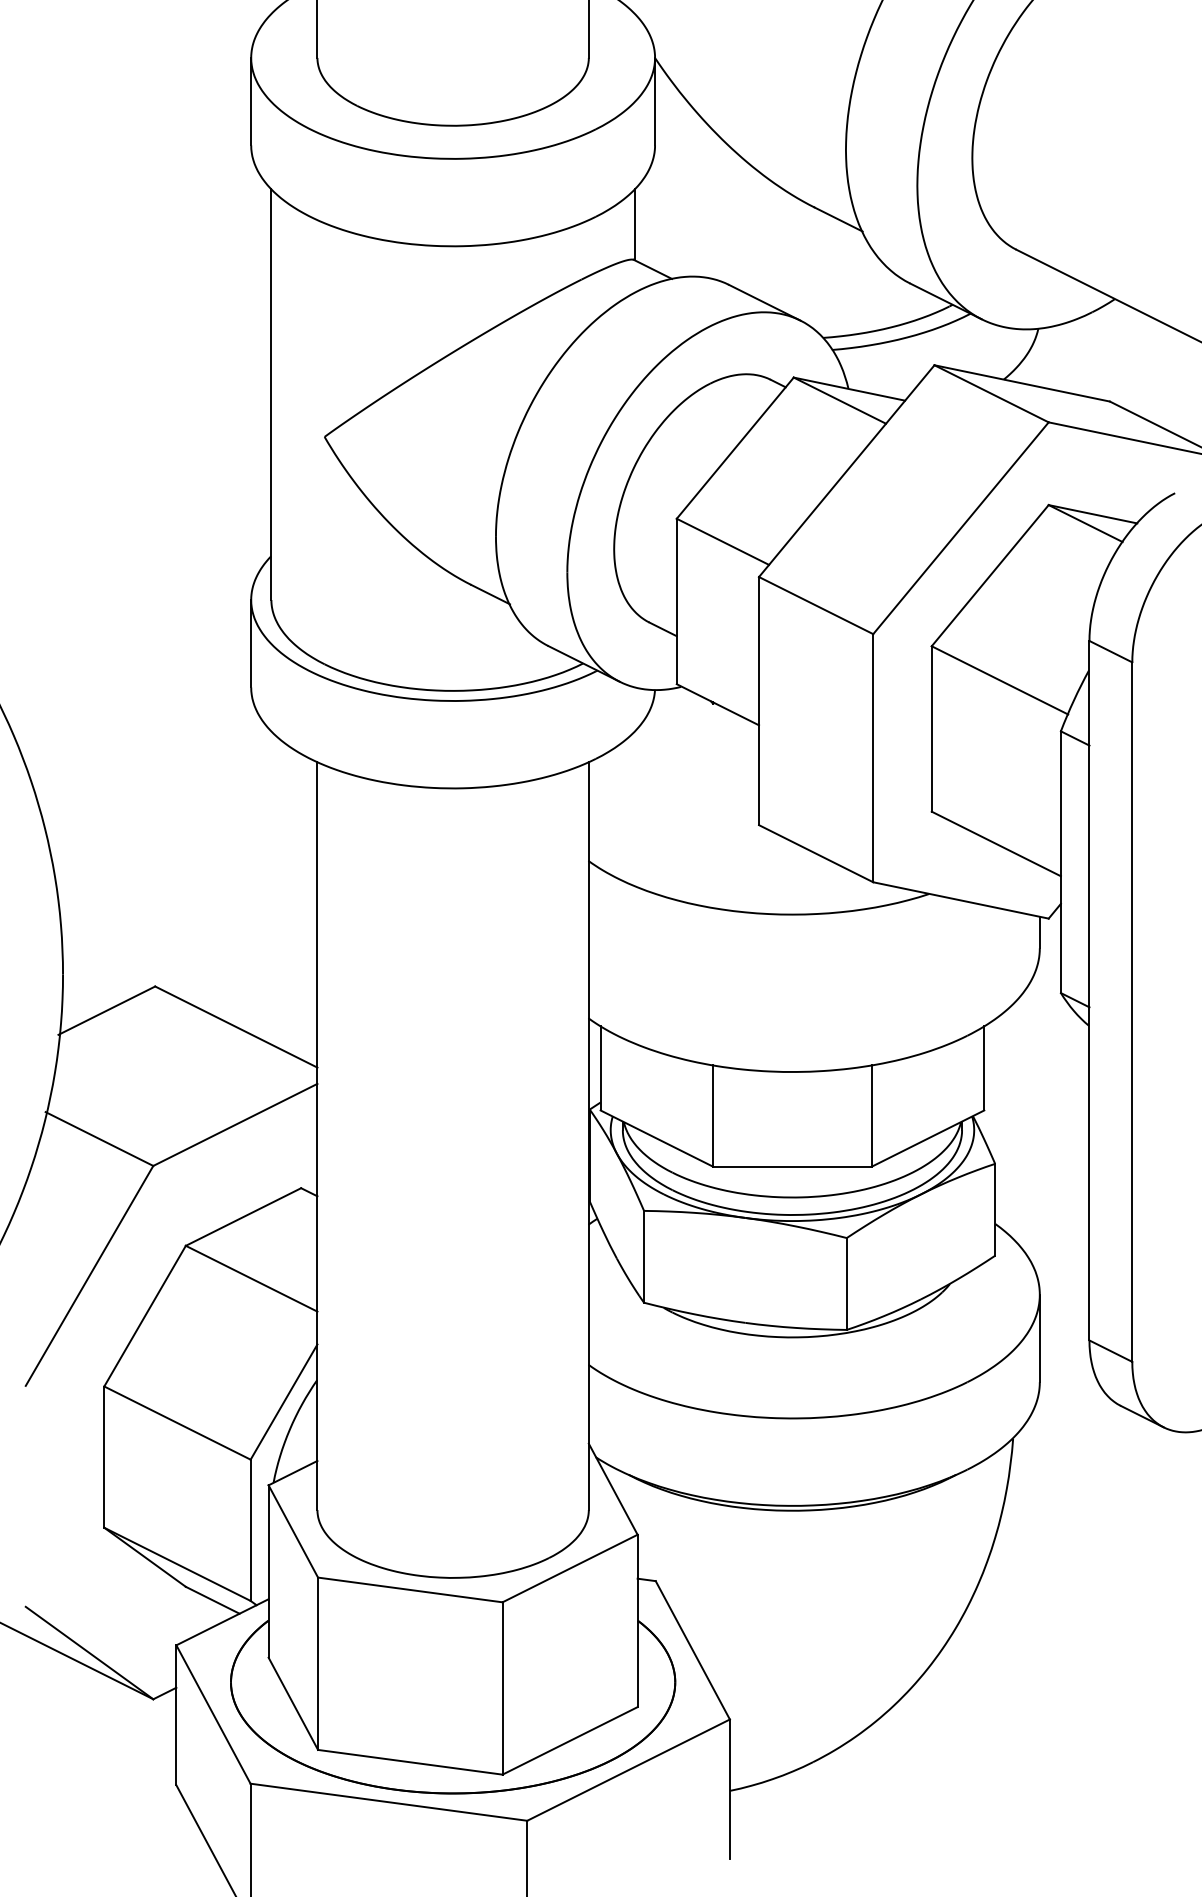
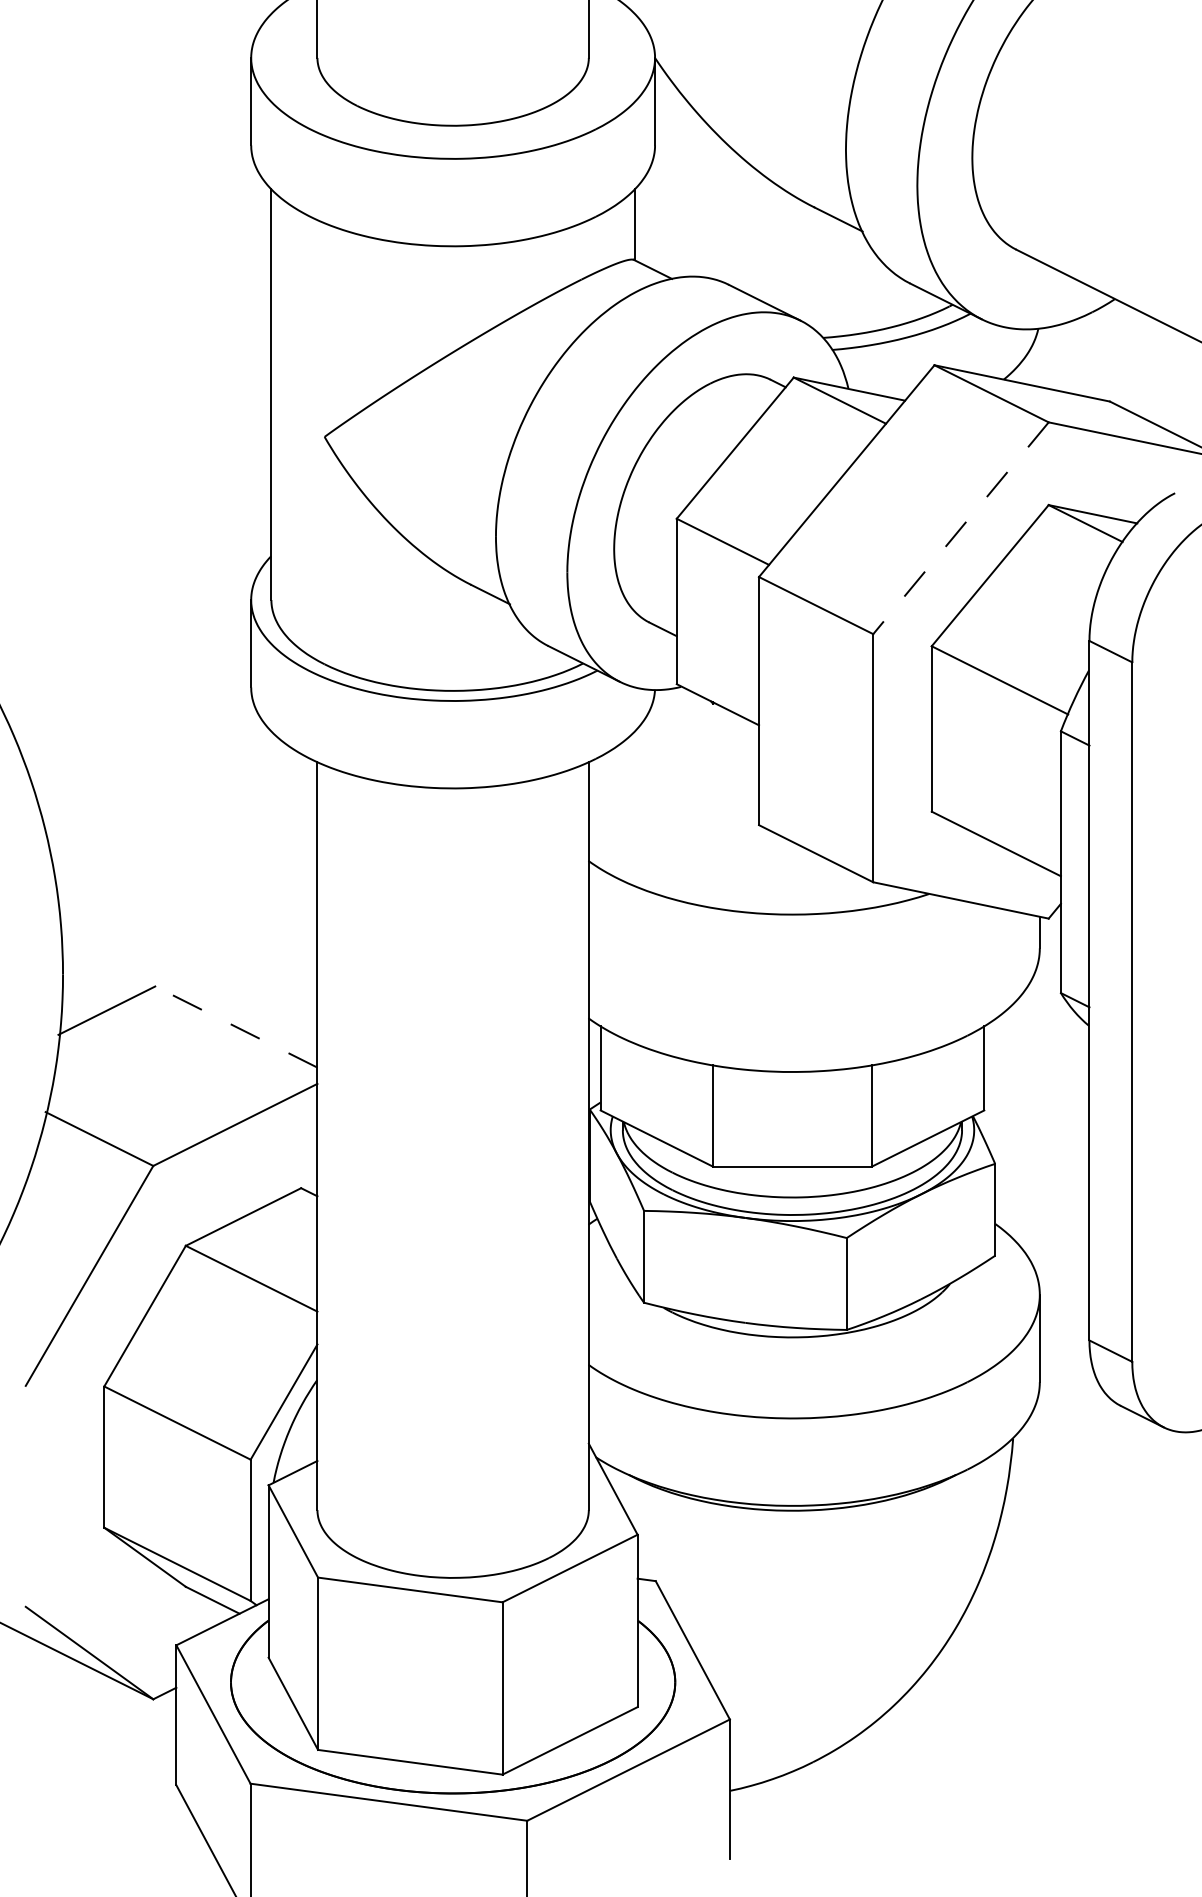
line at (960, 528): solid -> dashed
line at (236, 1027): solid -> dashed
